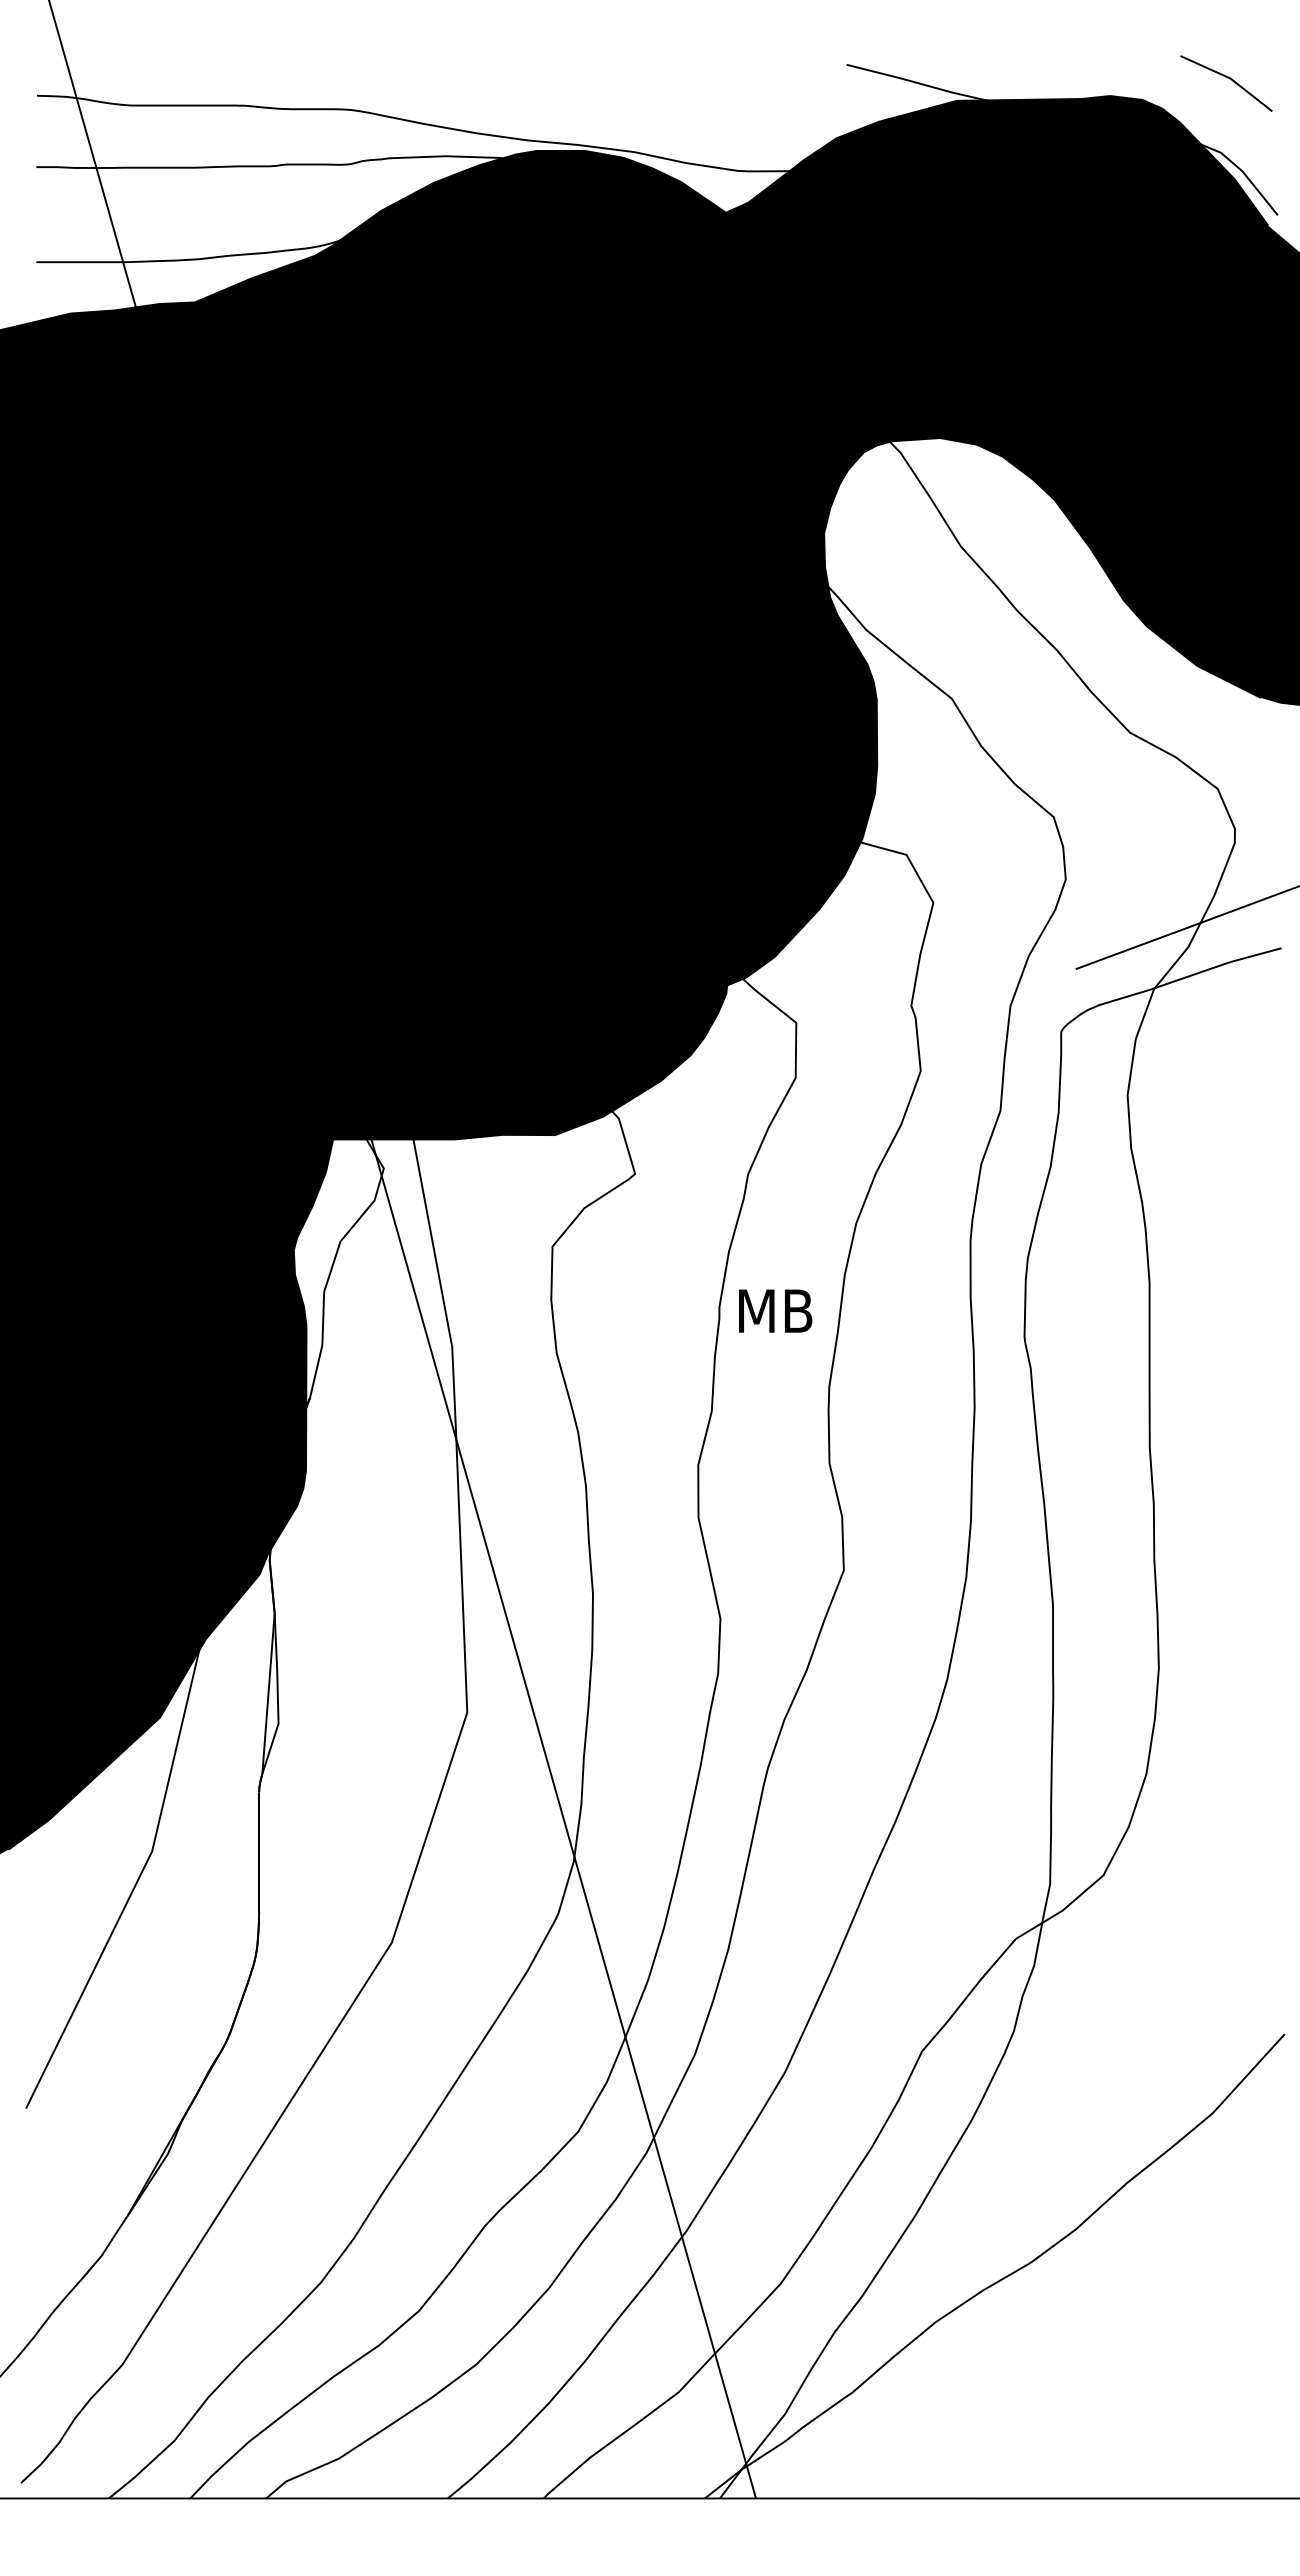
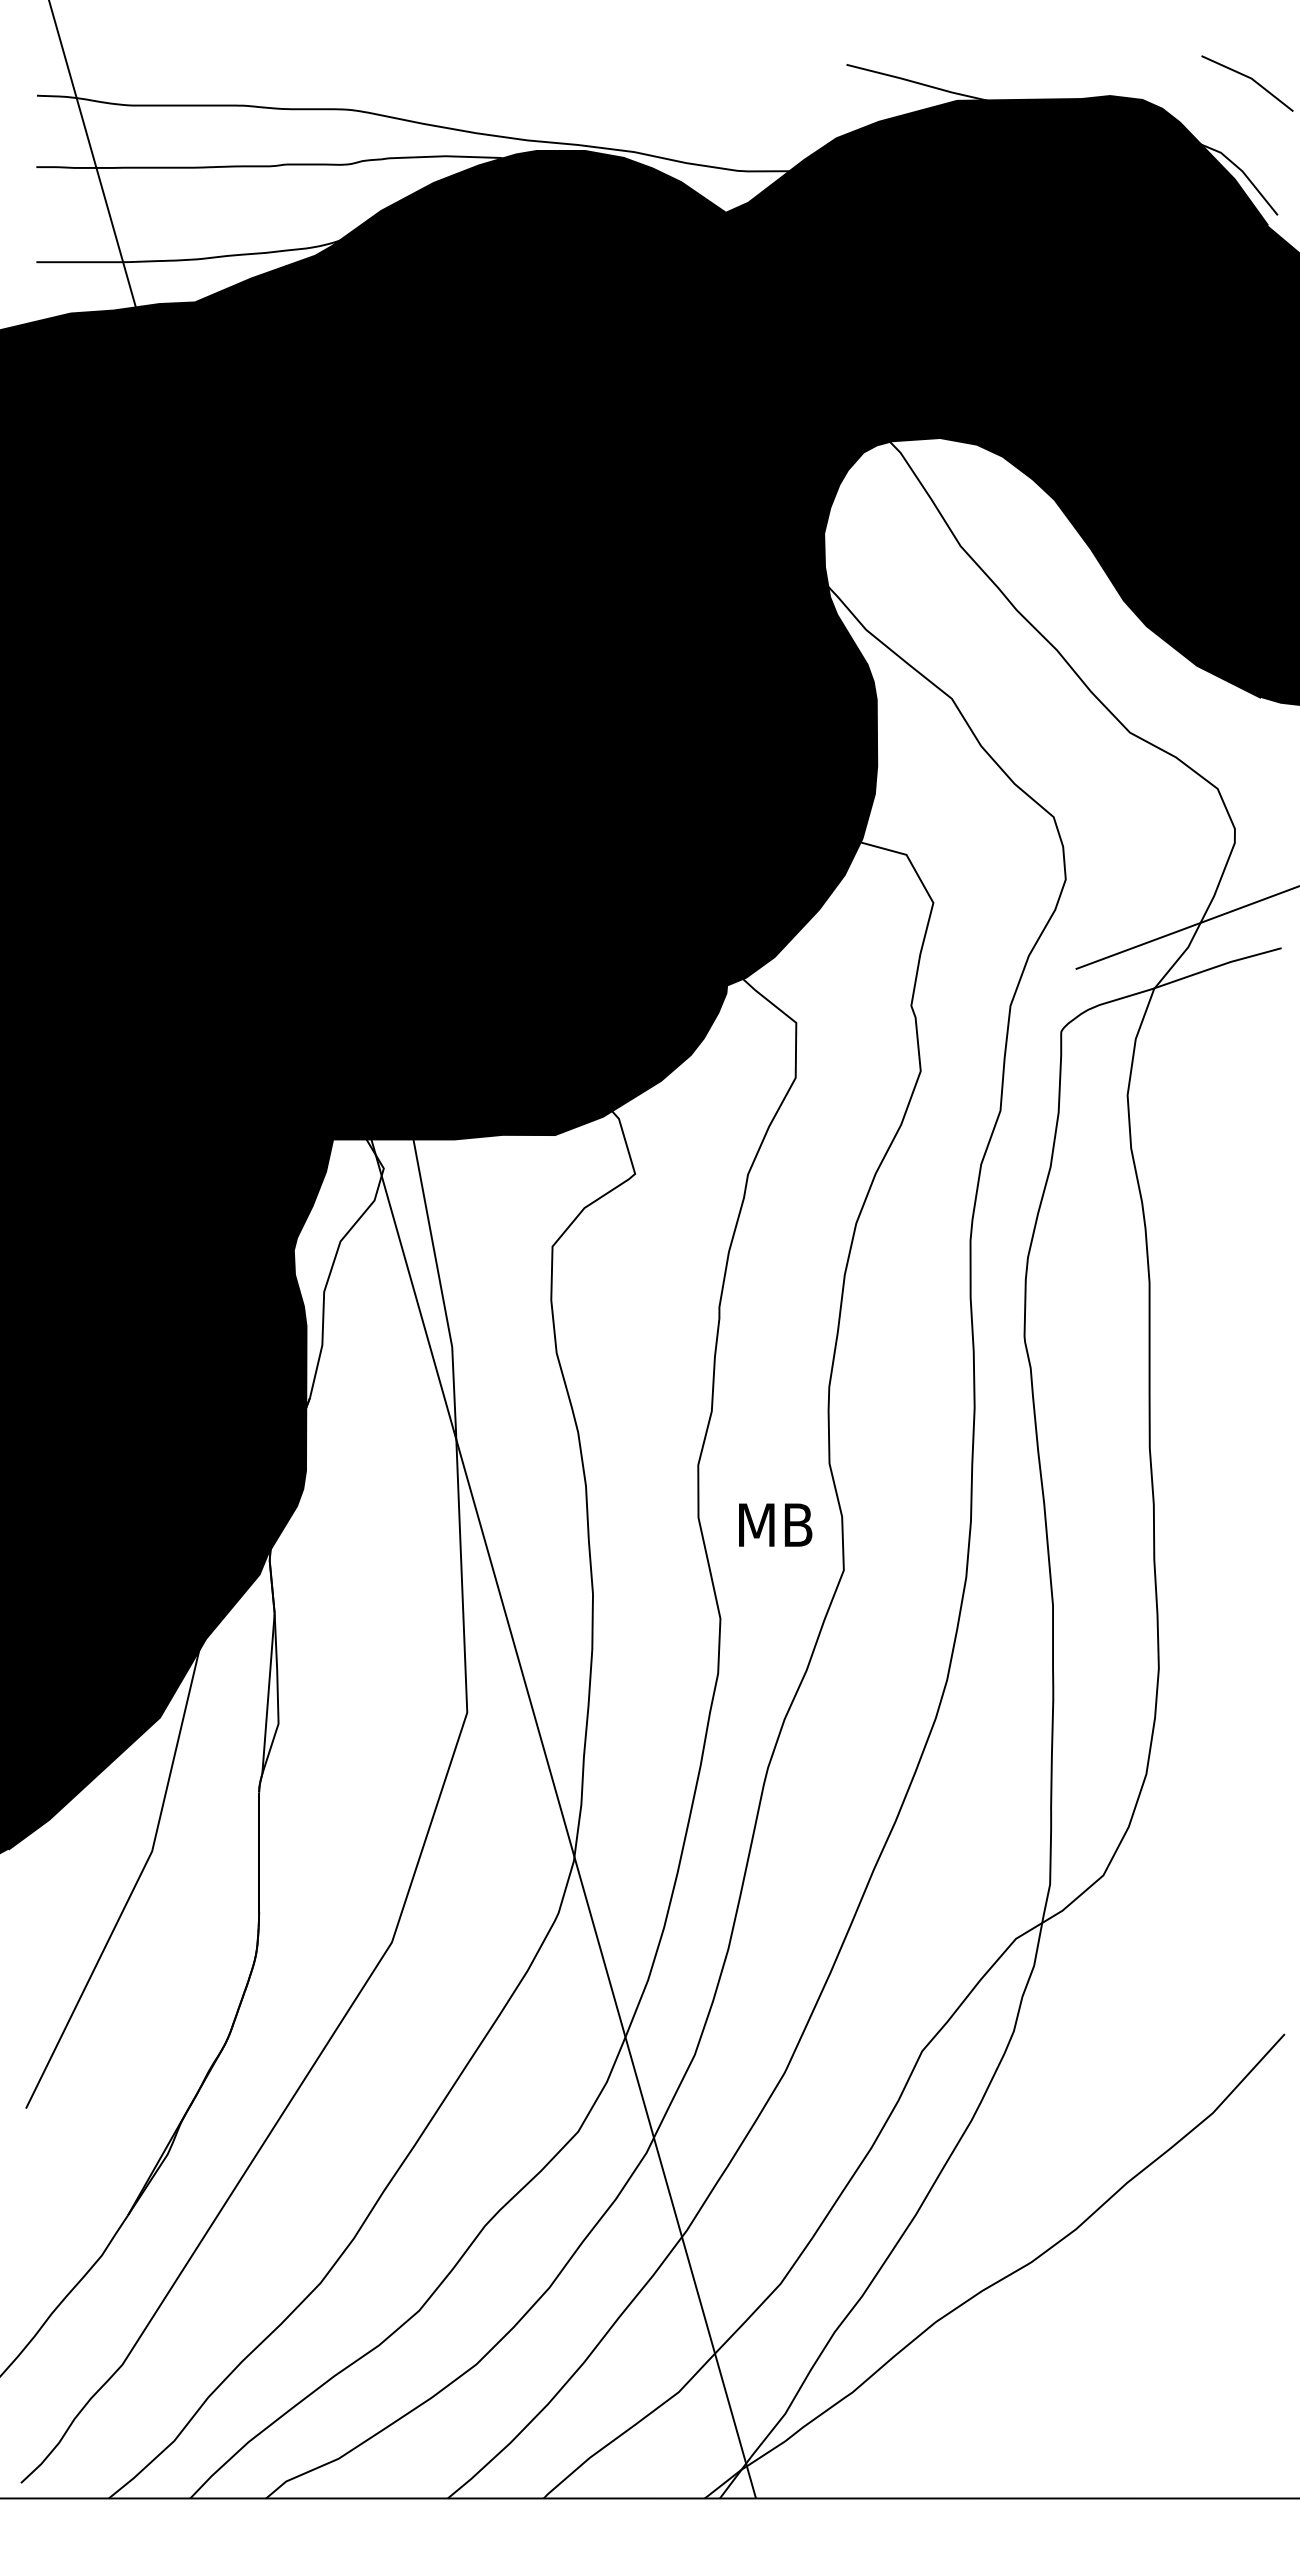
line at (1229, 79) position: (1229, 79) -> (1250, 79)
text at (775, 1310) position: (775, 1310) -> (775, 1524)
